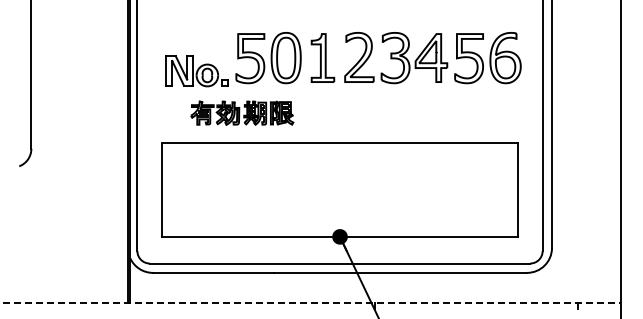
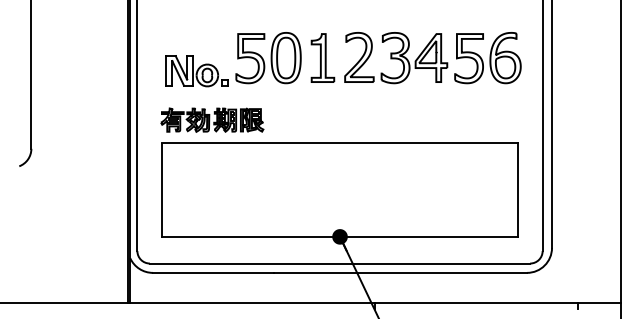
part at (242, 112) position: (242, 112) -> (212, 119)
line at (310, 303): dashed -> solid
